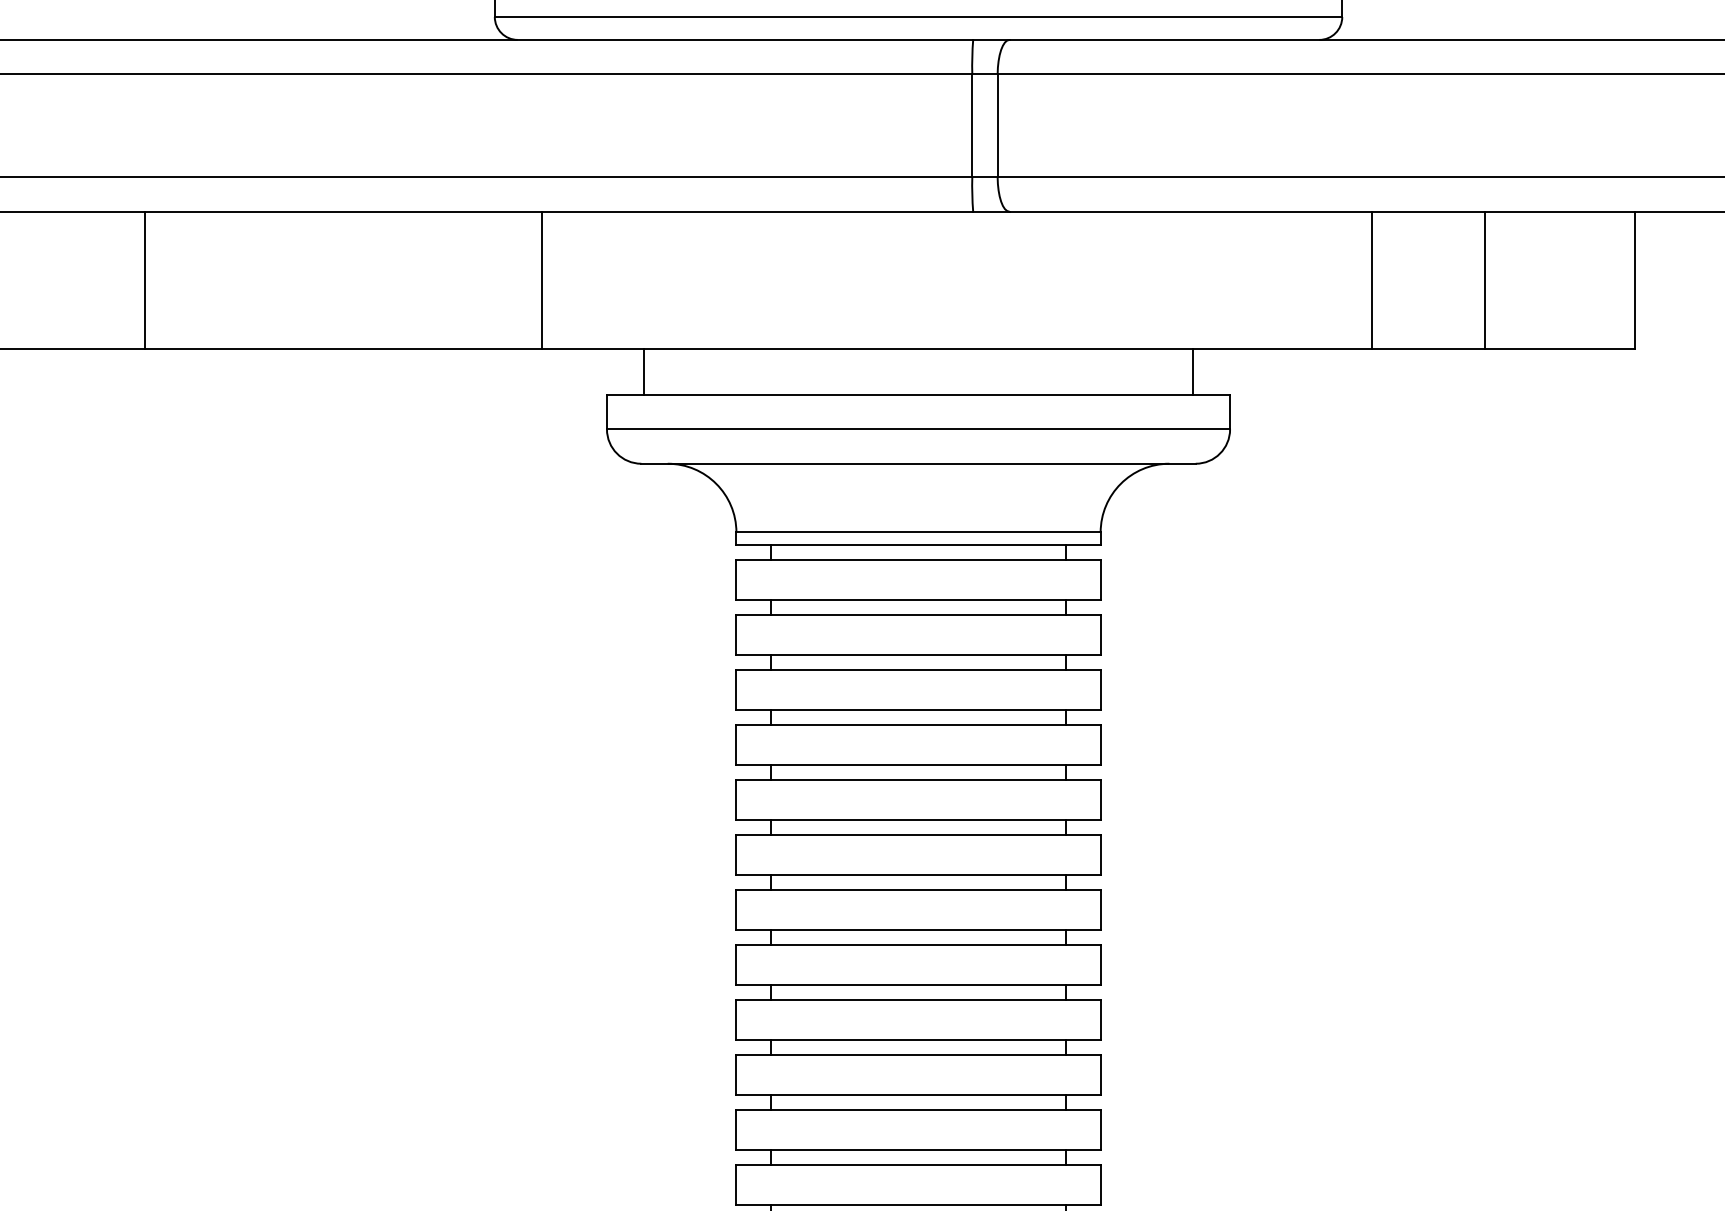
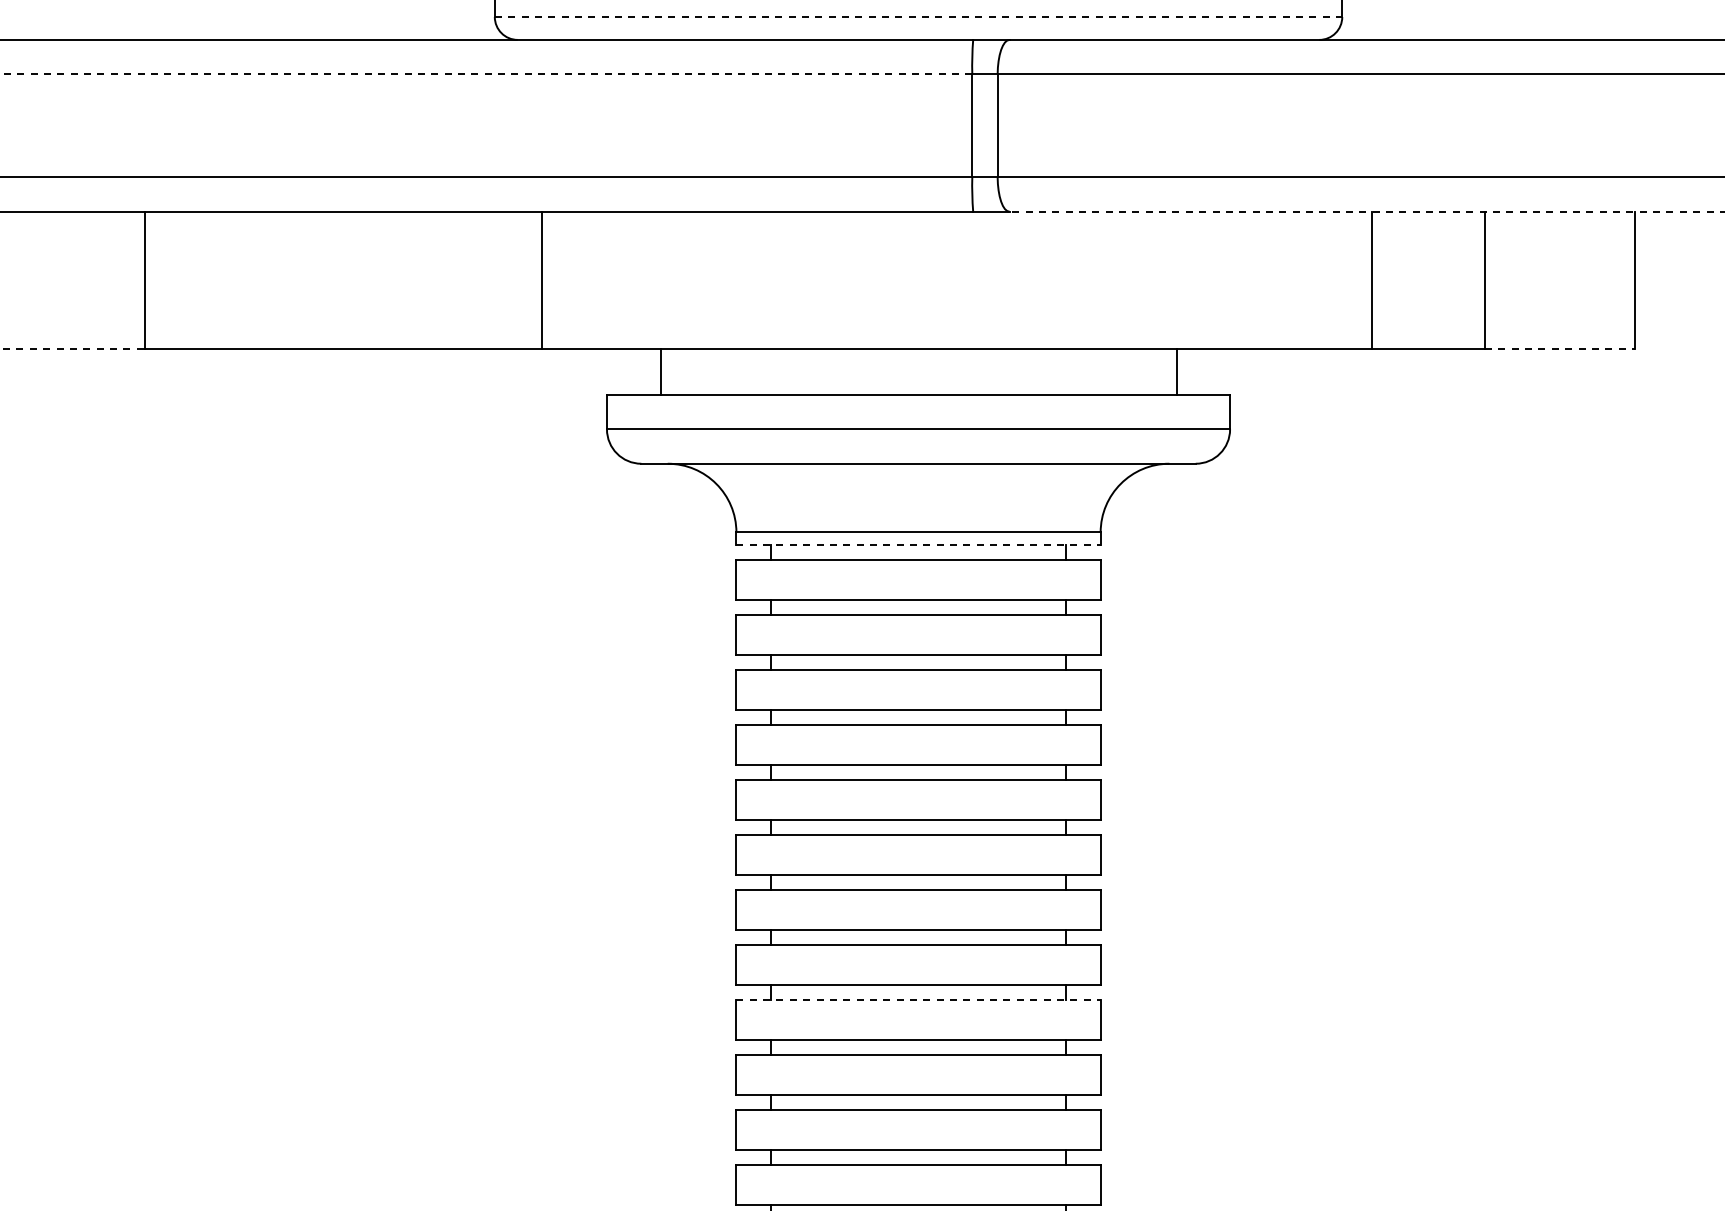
line at (918, 17): solid -> dashed
line at (486, 74): solid -> dashed
line at (1367, 211): solid -> dashed
line at (73, 349): solid -> dashed
line at (1559, 349): solid -> dashed
line at (643, 372) position: (643, 372) -> (660, 372)
line at (1193, 372) position: (1193, 372) -> (1177, 372)
line at (919, 545): solid -> dashed
line at (919, 999): solid -> dashed
